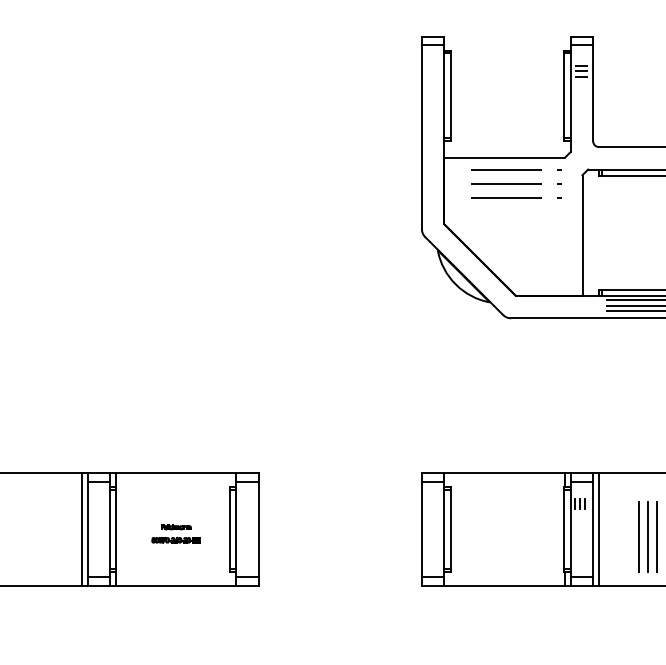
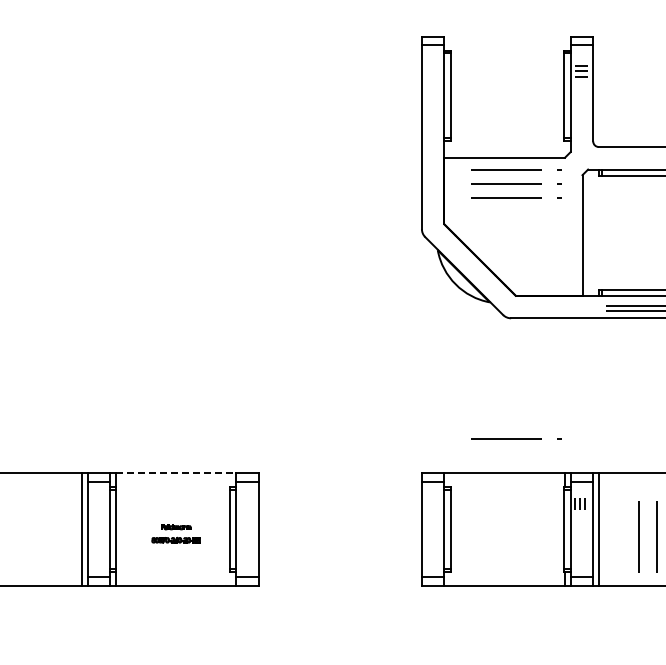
line at (634, 300): present -> none
line at (516, 438): none -> present
line at (176, 473): solid -> dashed
line at (647, 532): present -> none
